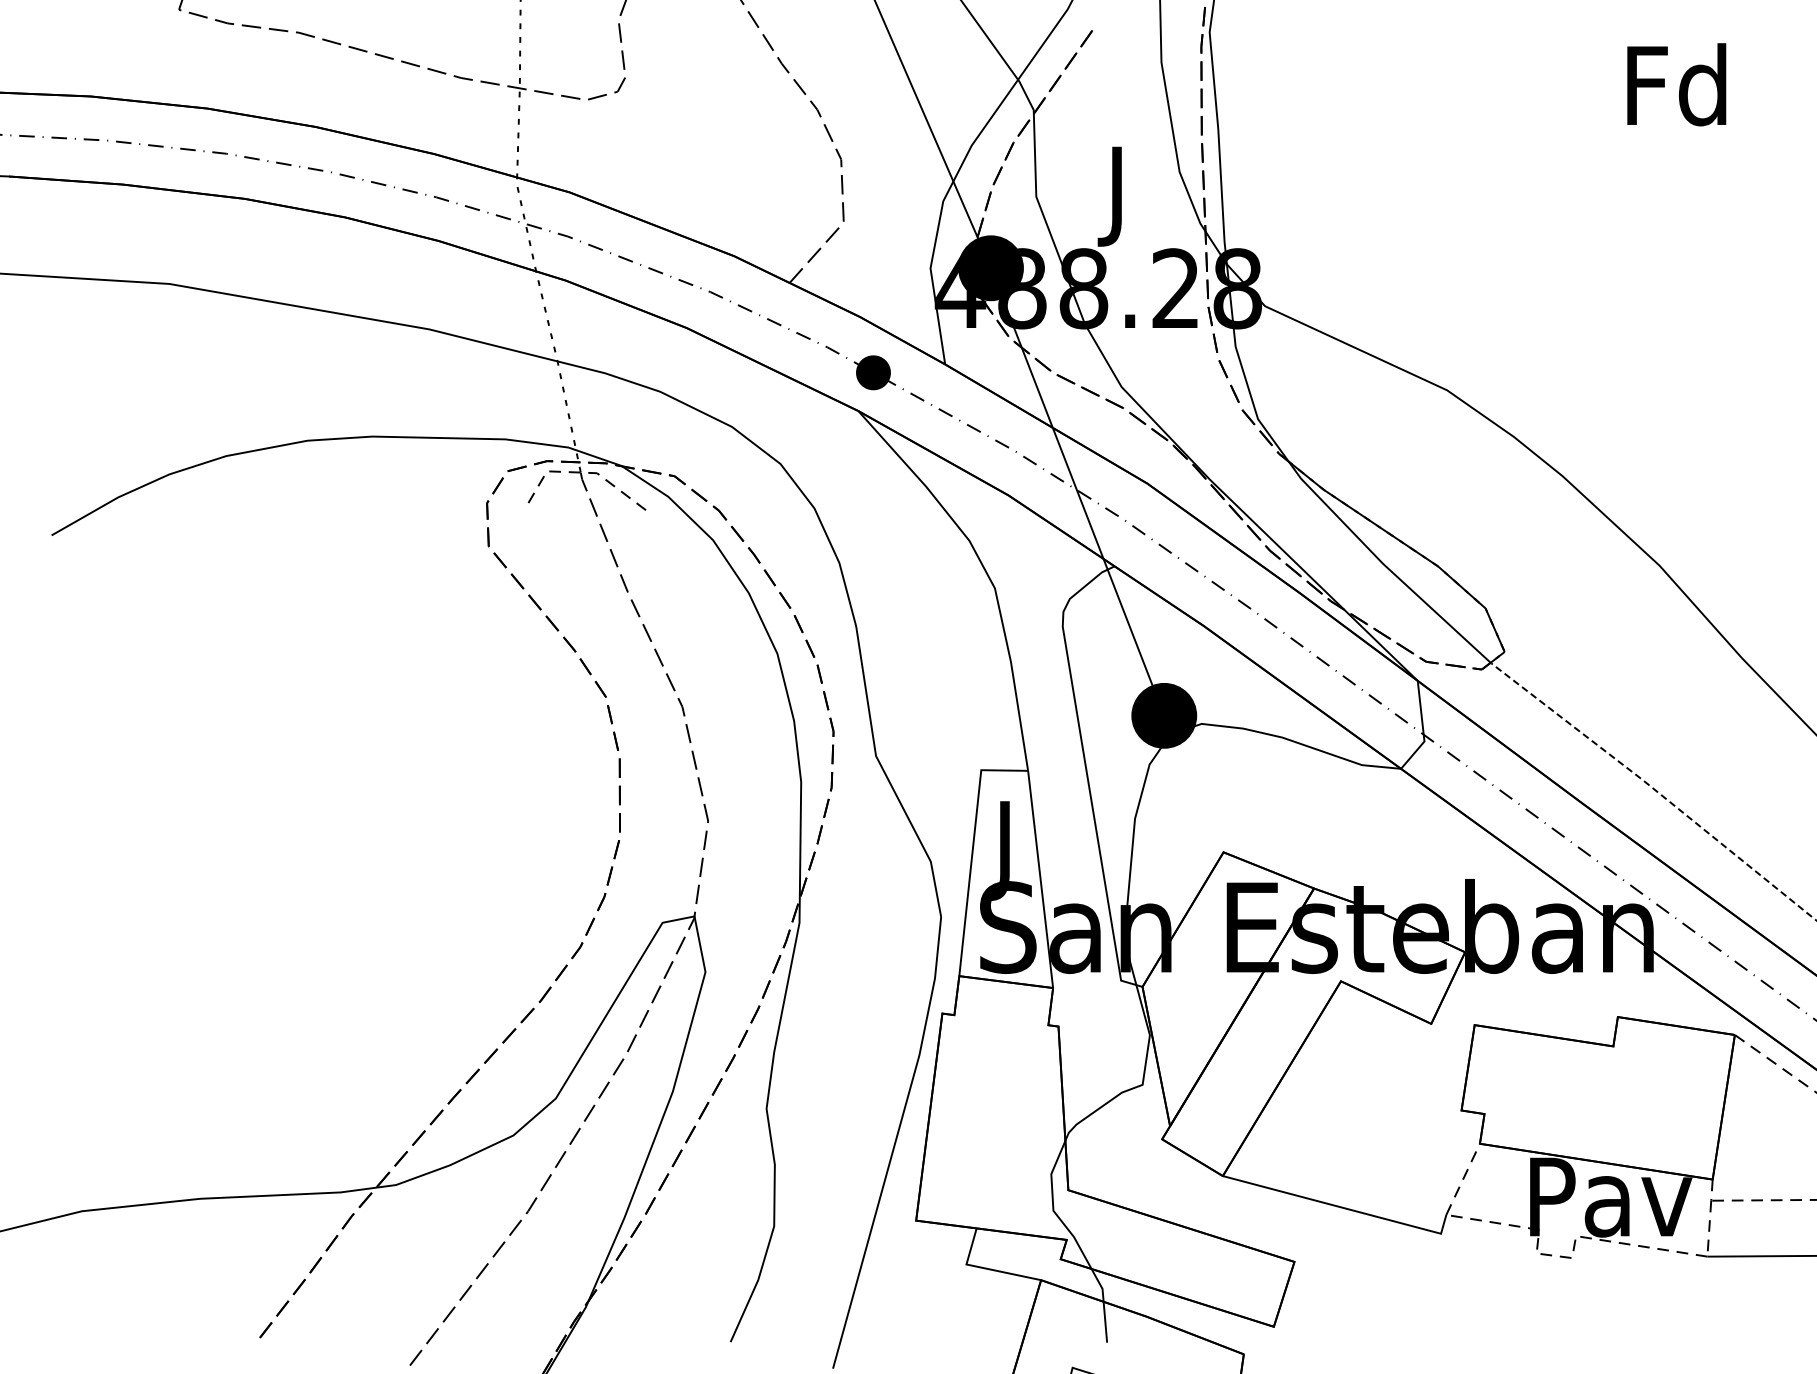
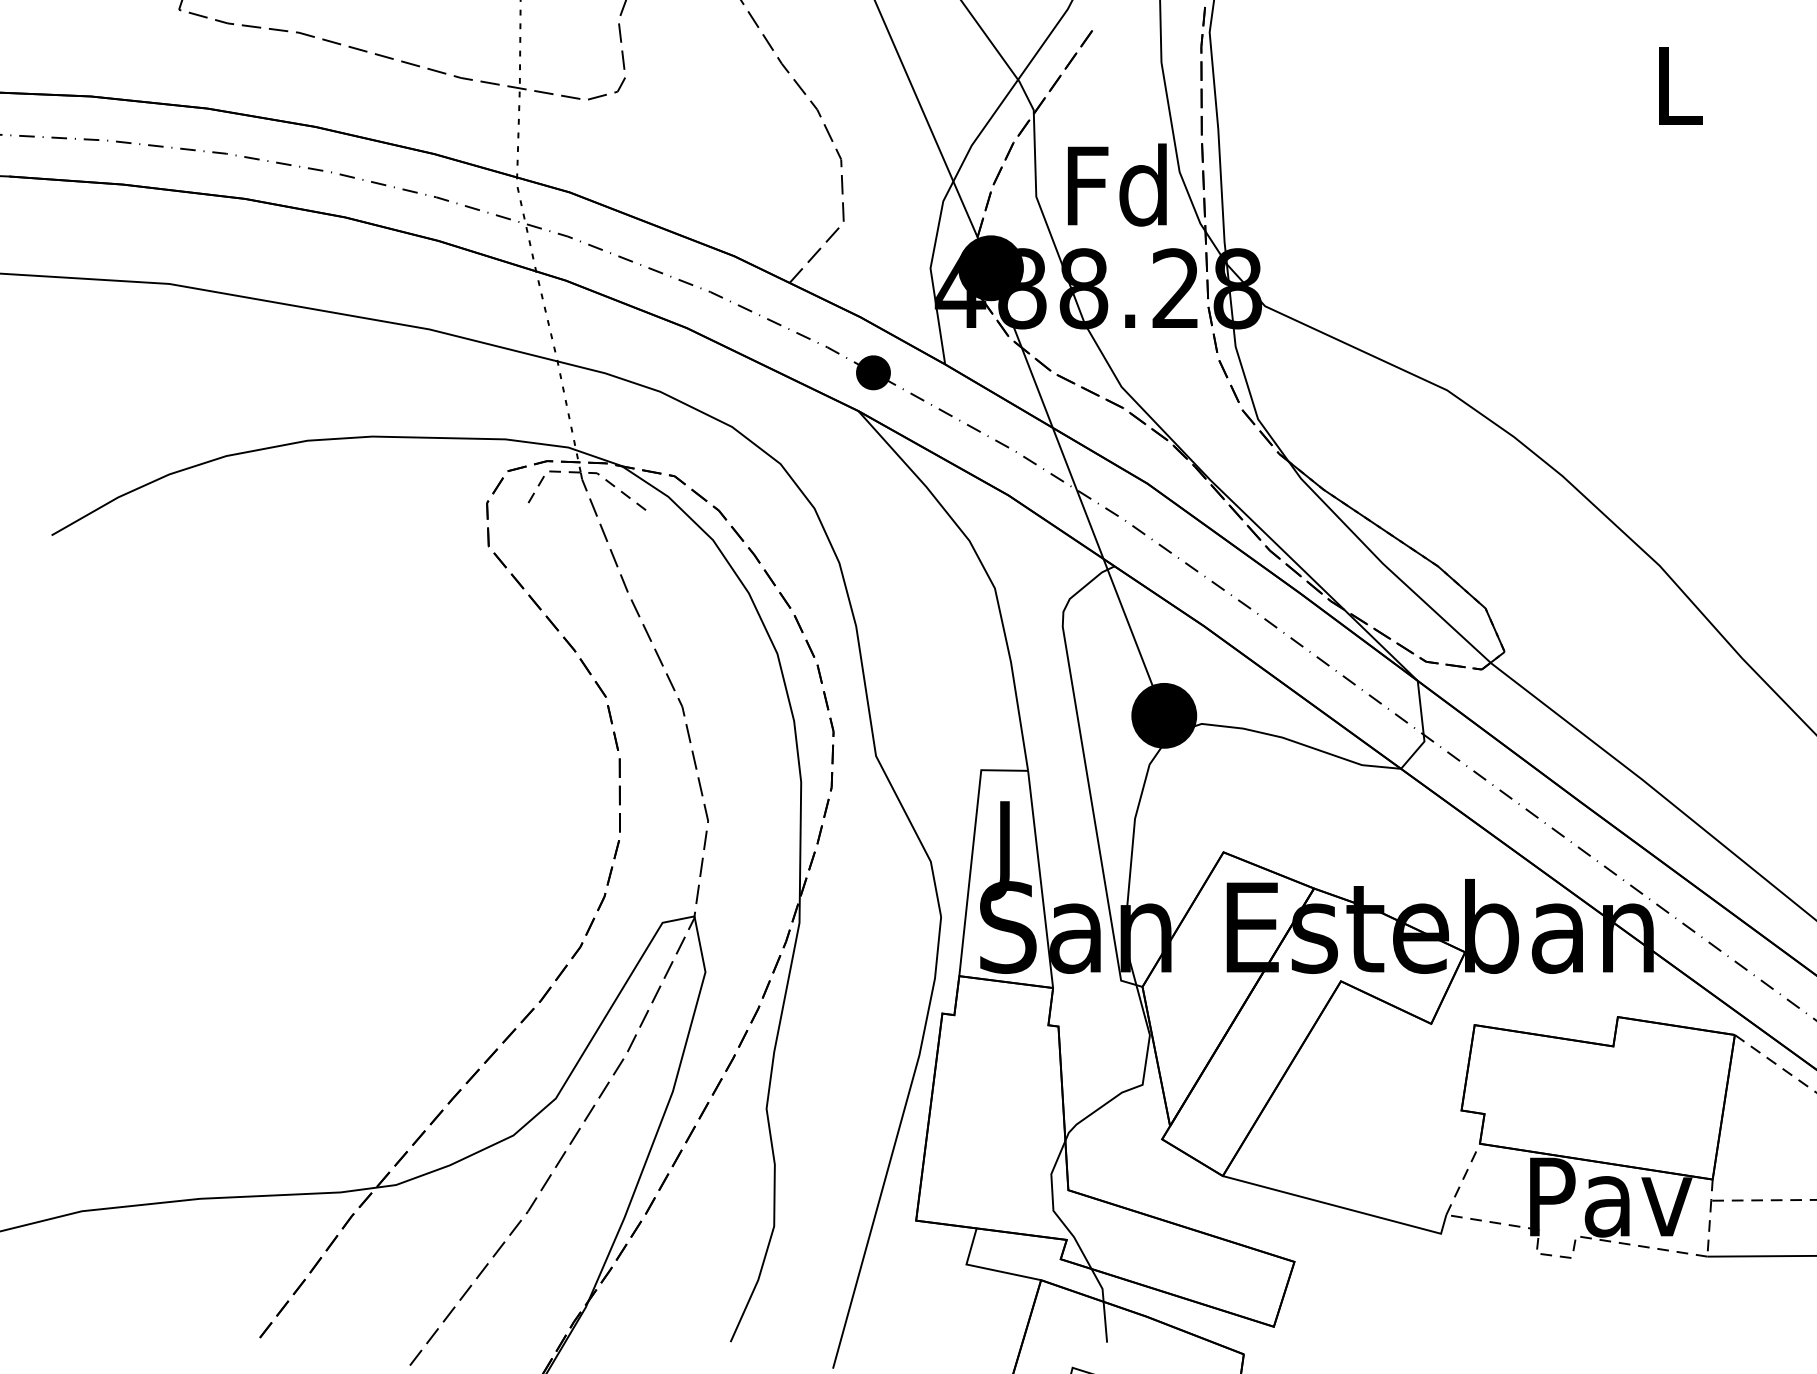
text at (1676, 84): Fd -> L
text at (1116, 194): J -> Fd
line at (1653, 789): dashed -> solid
